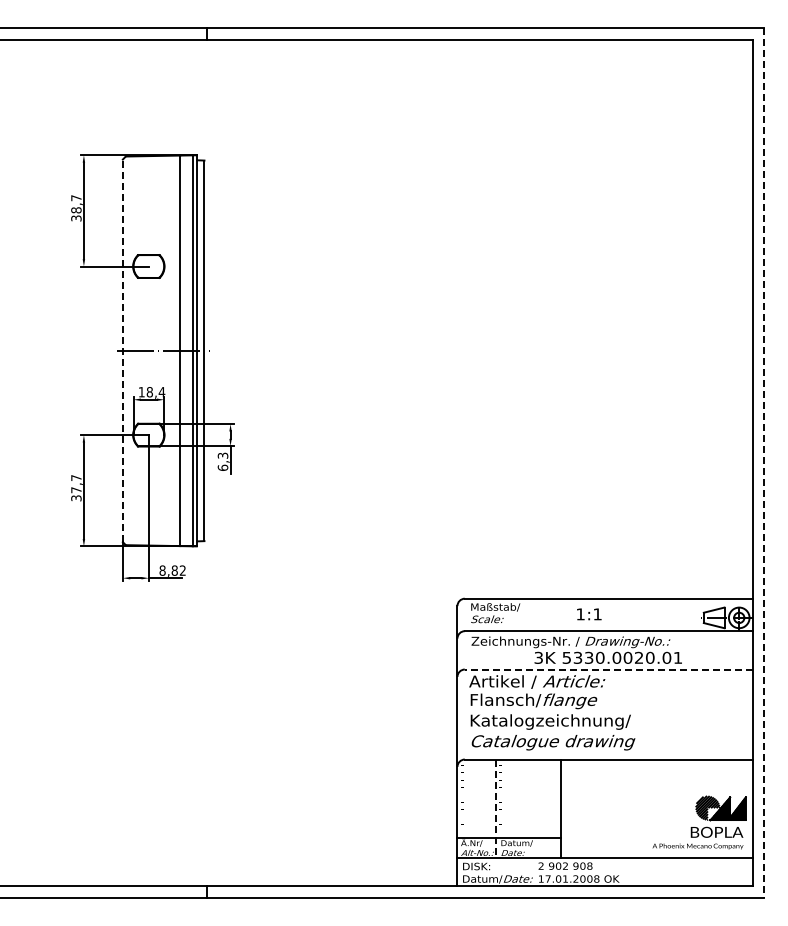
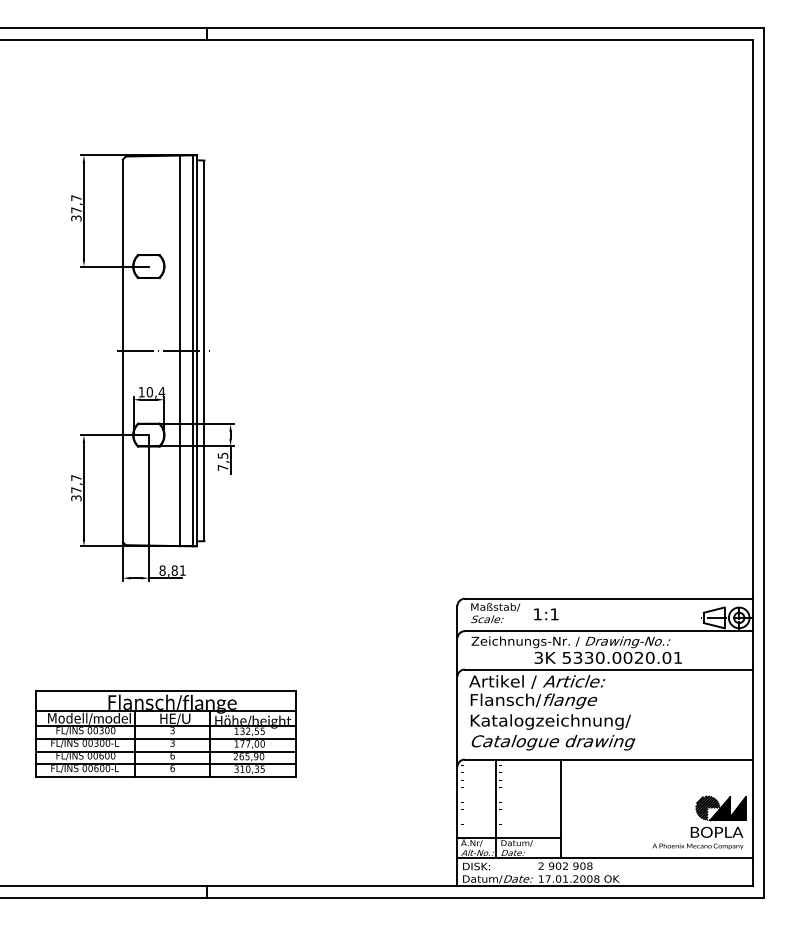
text at (76, 210): 38,7 -> 37,7
line at (122, 350): dashed -> solid
text at (149, 392): 18,4 -> 10,4
text at (222, 461): 6,3 -> 7,5
line at (764, 463): dashed -> solid
text at (182, 570): 8,82 -> 8,81
text at (589, 614) position: (589, 614) -> (546, 614)
line at (608, 669): dashed -> solid
part at (165, 733): none -> present
line at (495, 809): dashed -> solid
